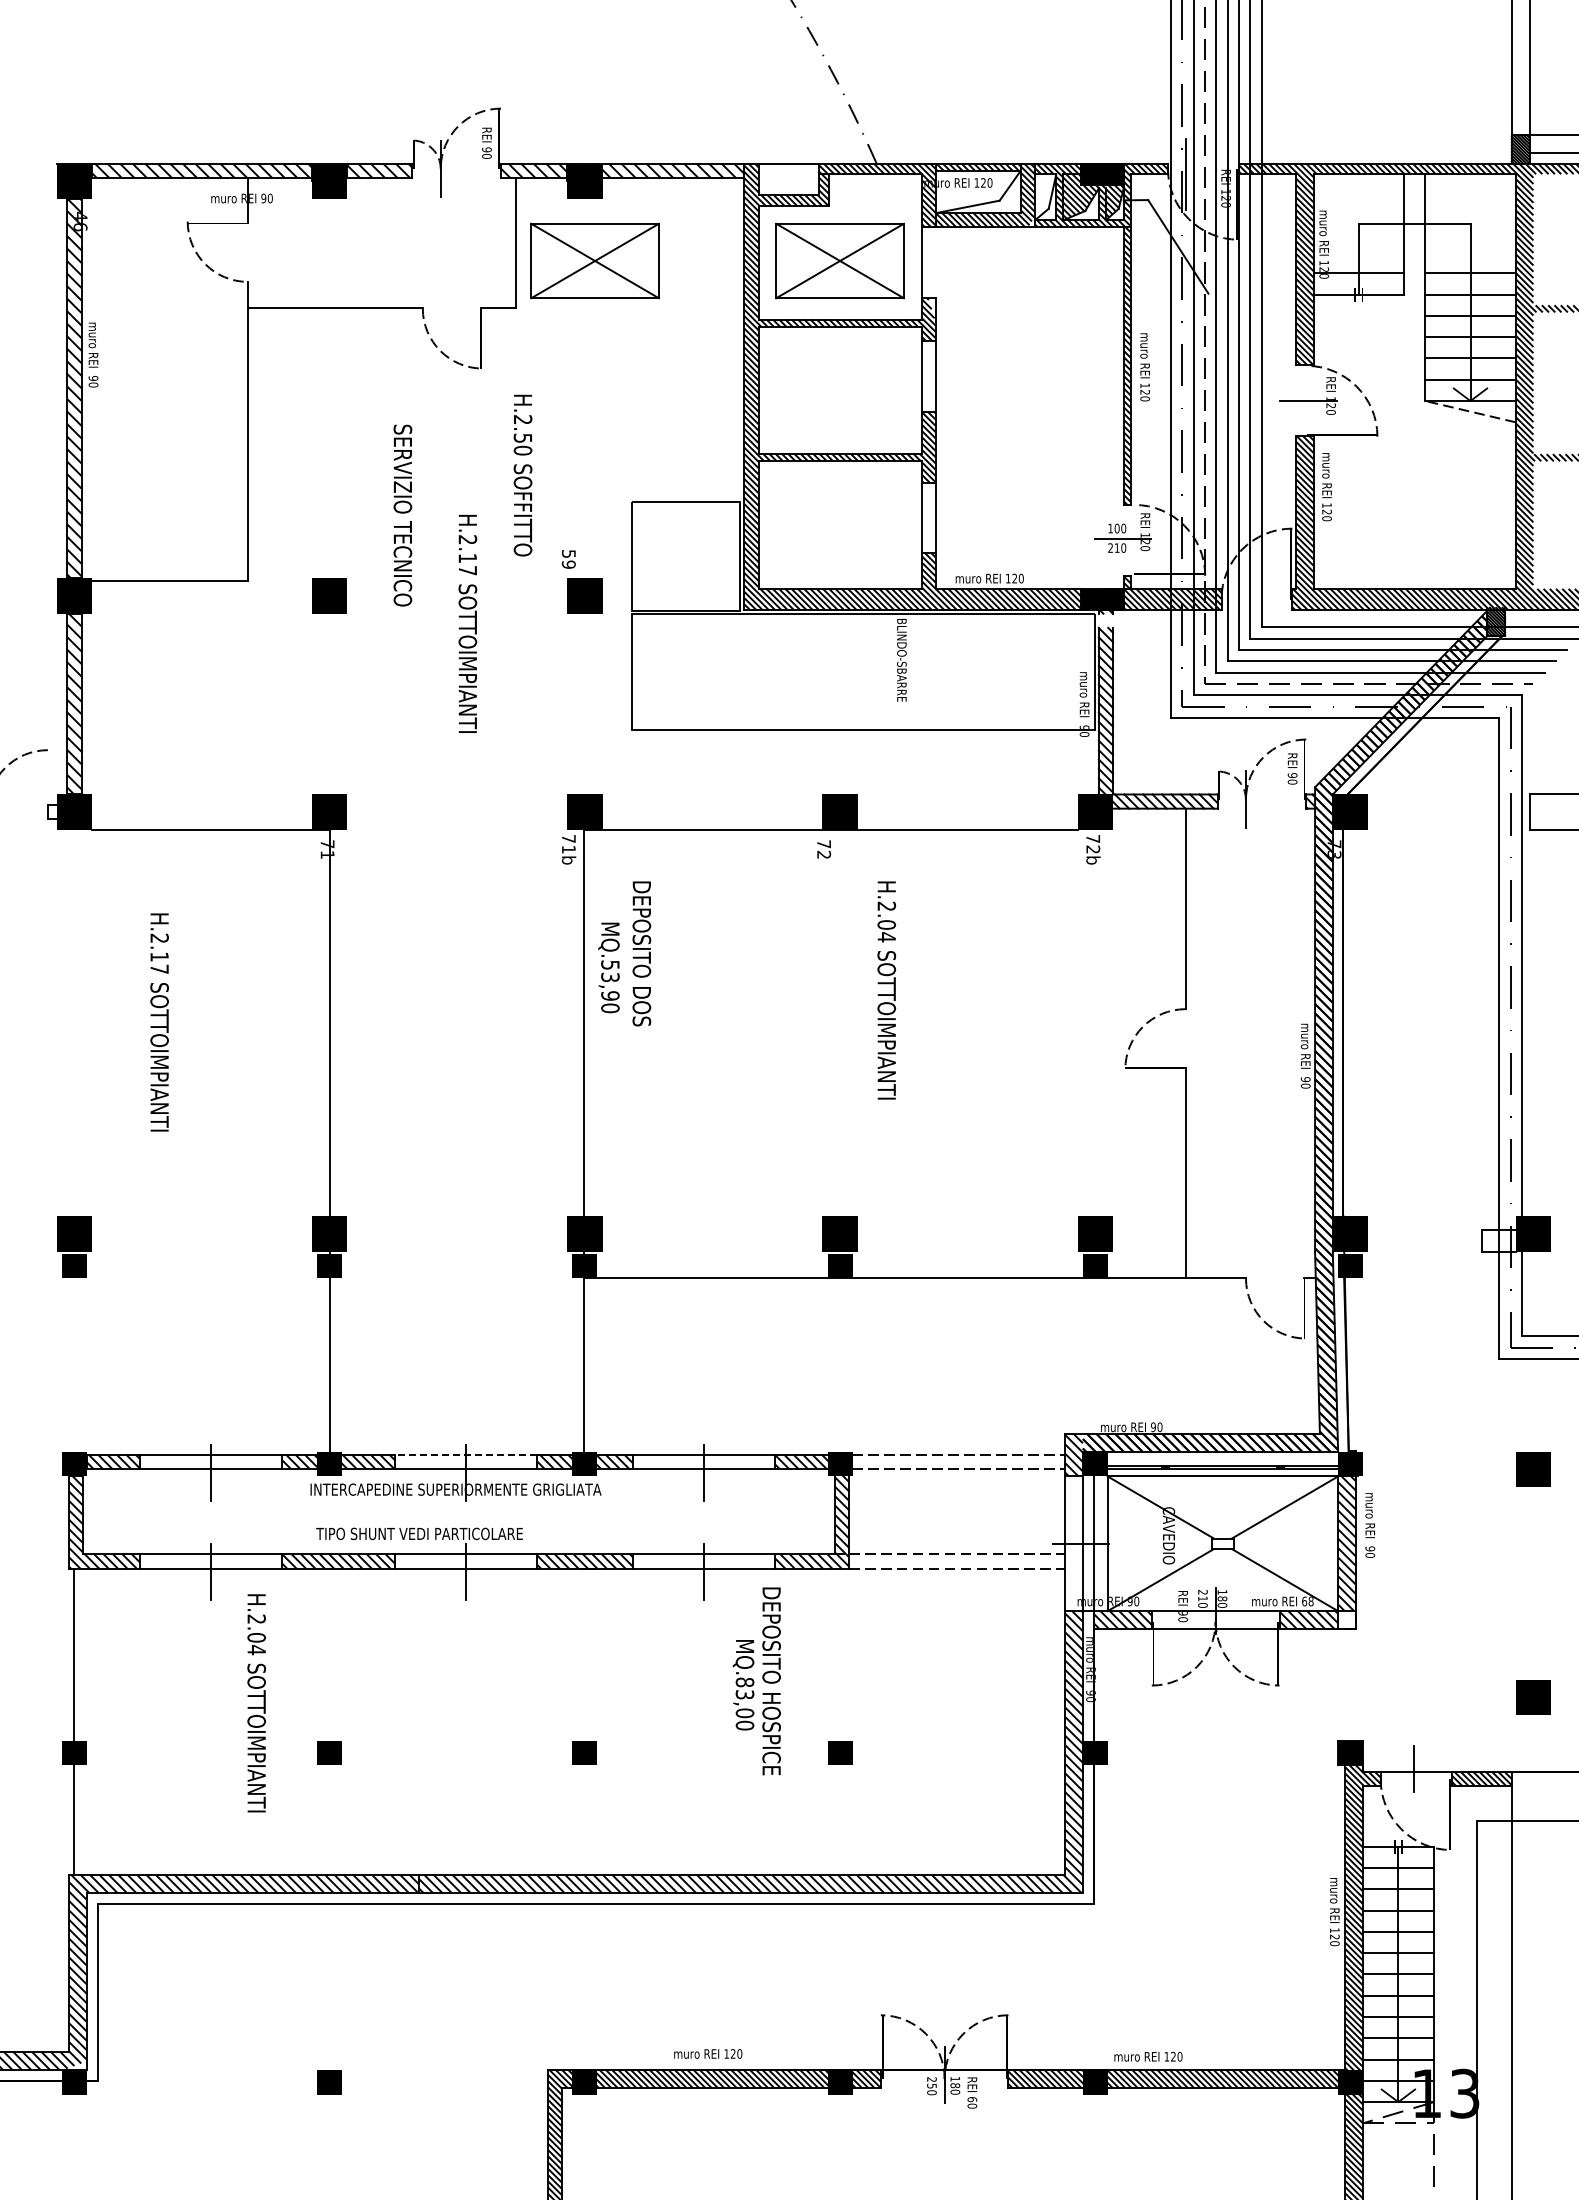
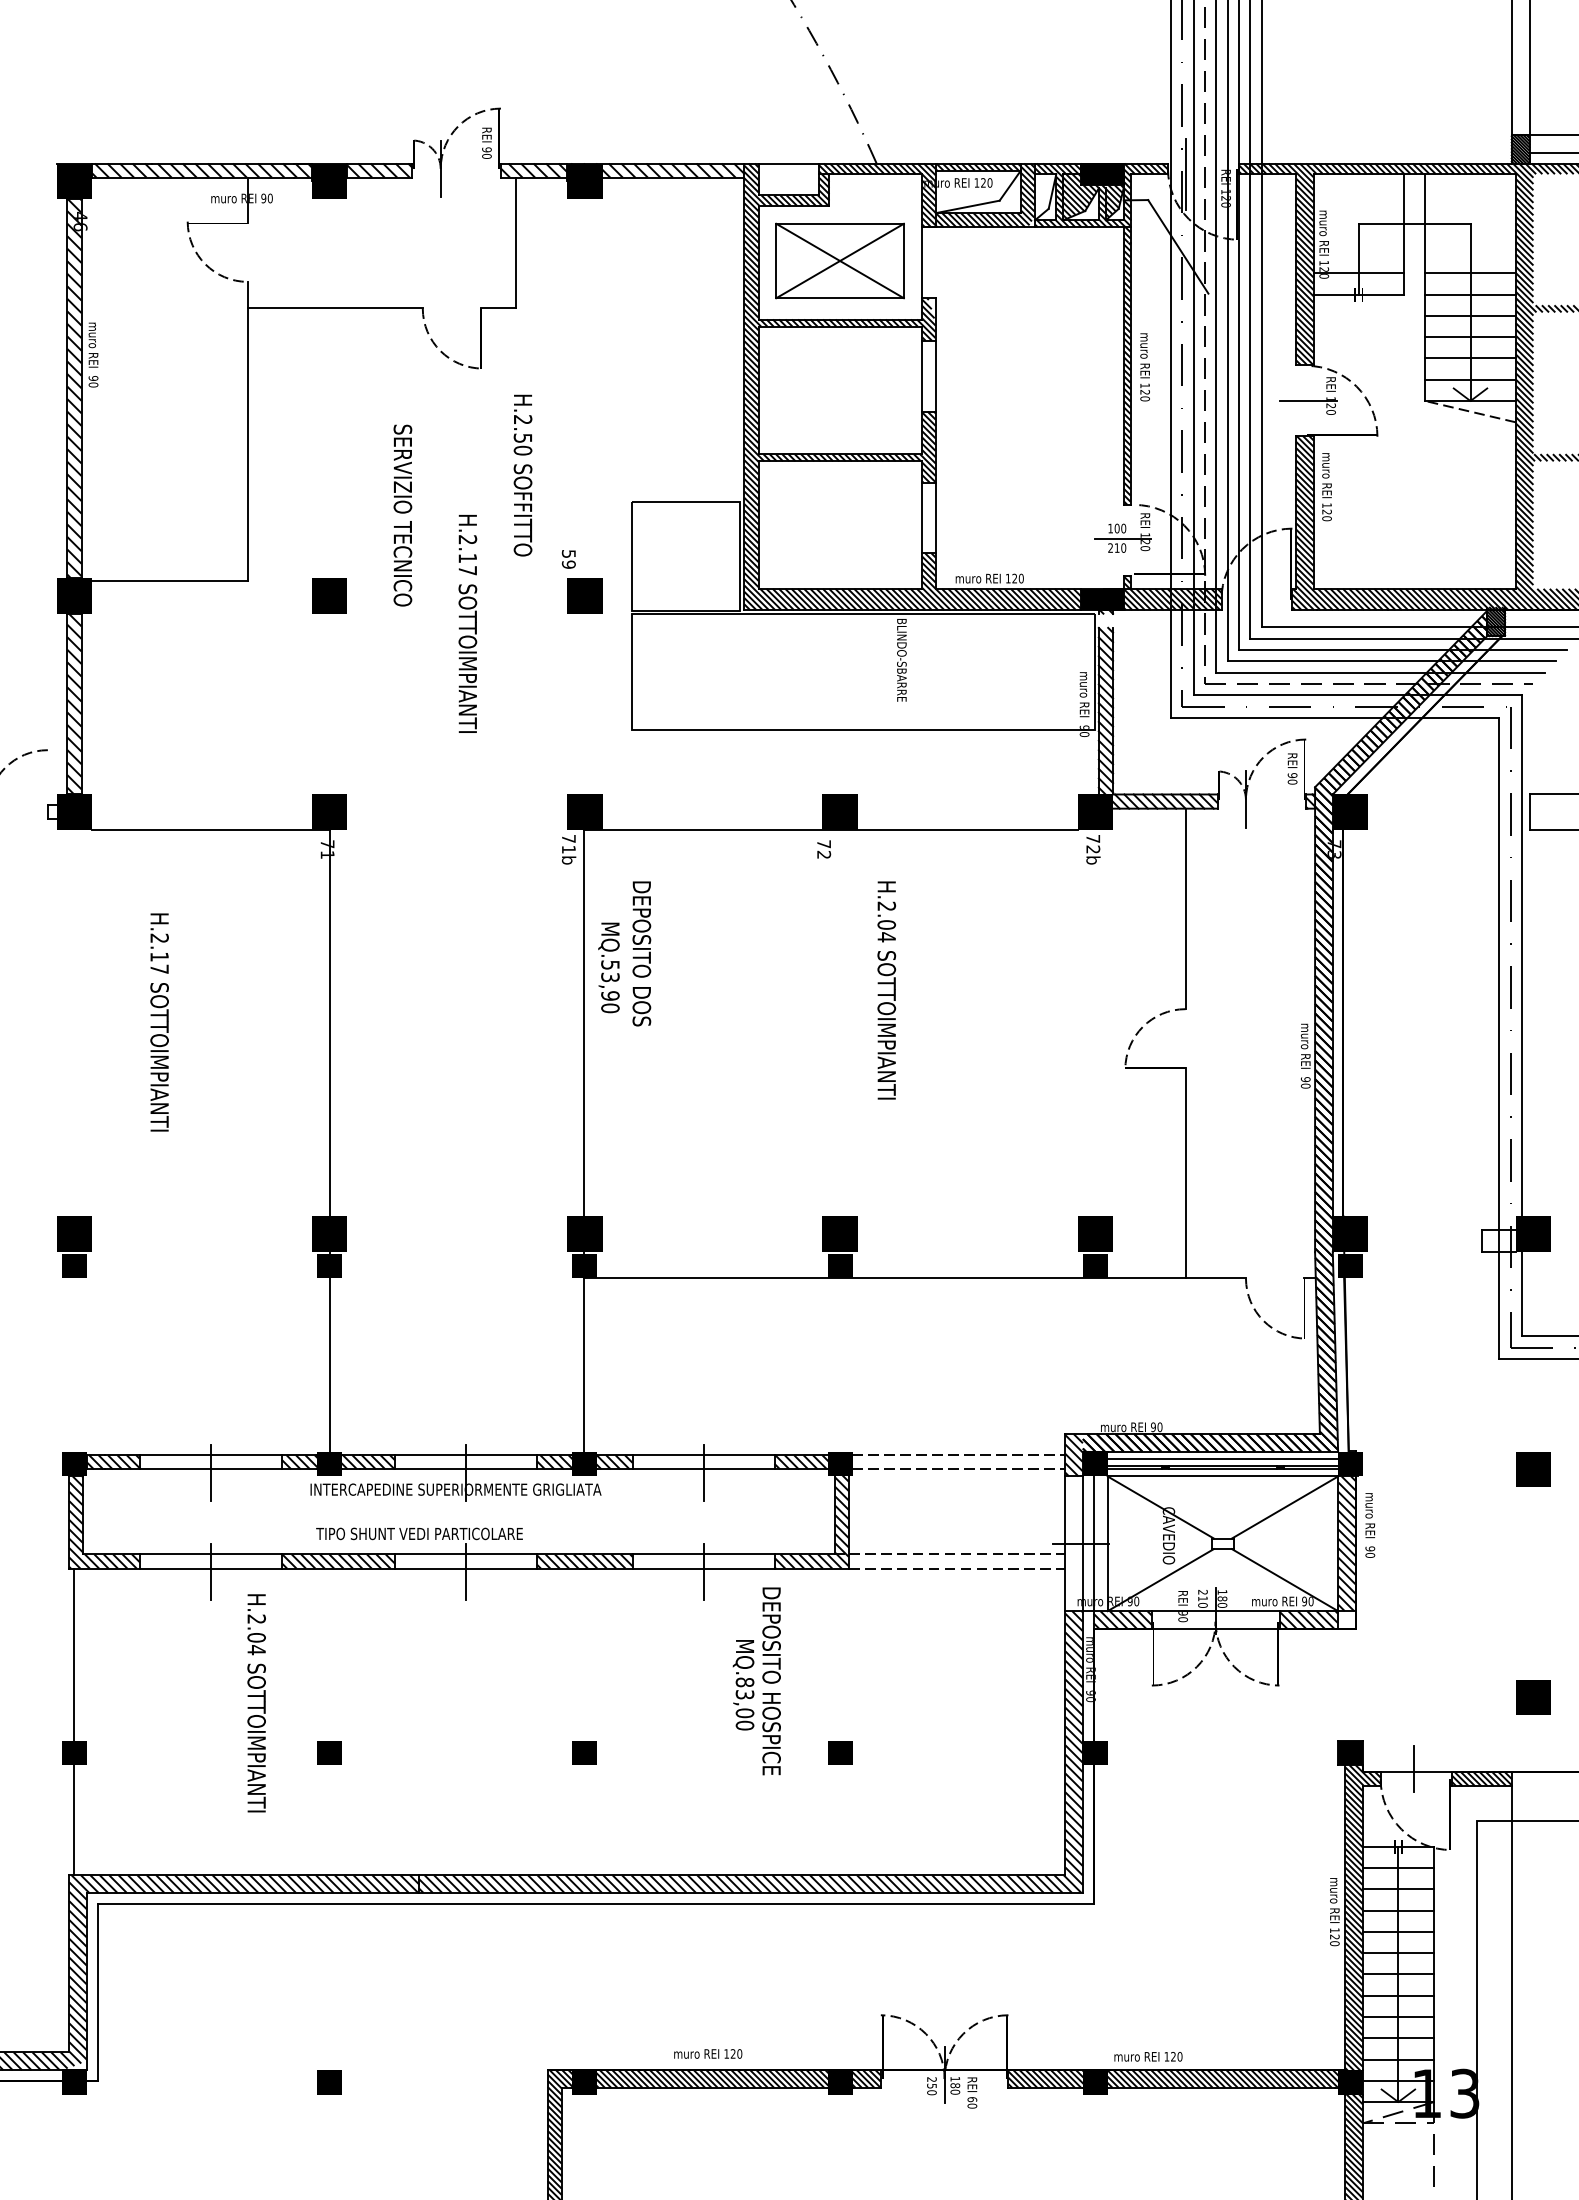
part at (594, 260): present -> none
line at (466, 1455): dashed -> solid
line at (1226, 1458): none -> present
text at (1307, 1601): 68 -> 90
